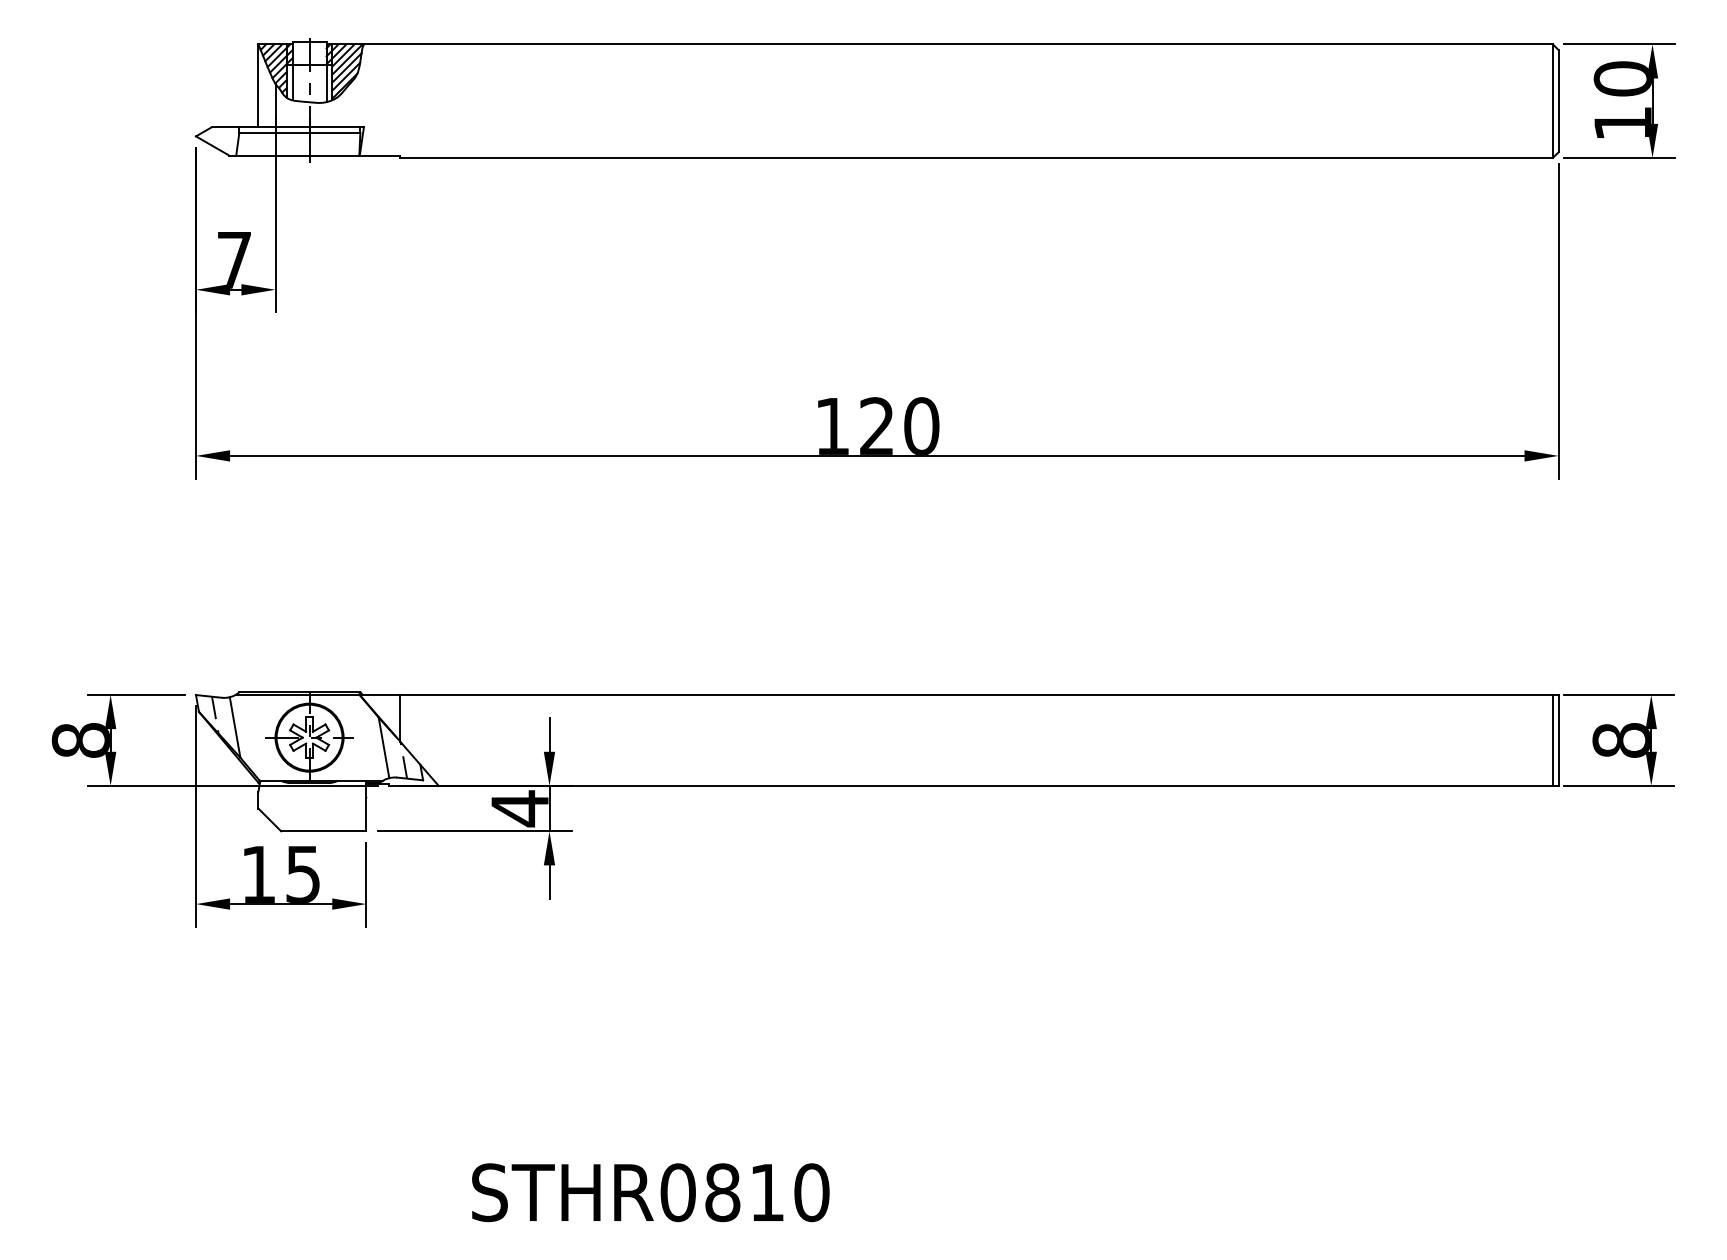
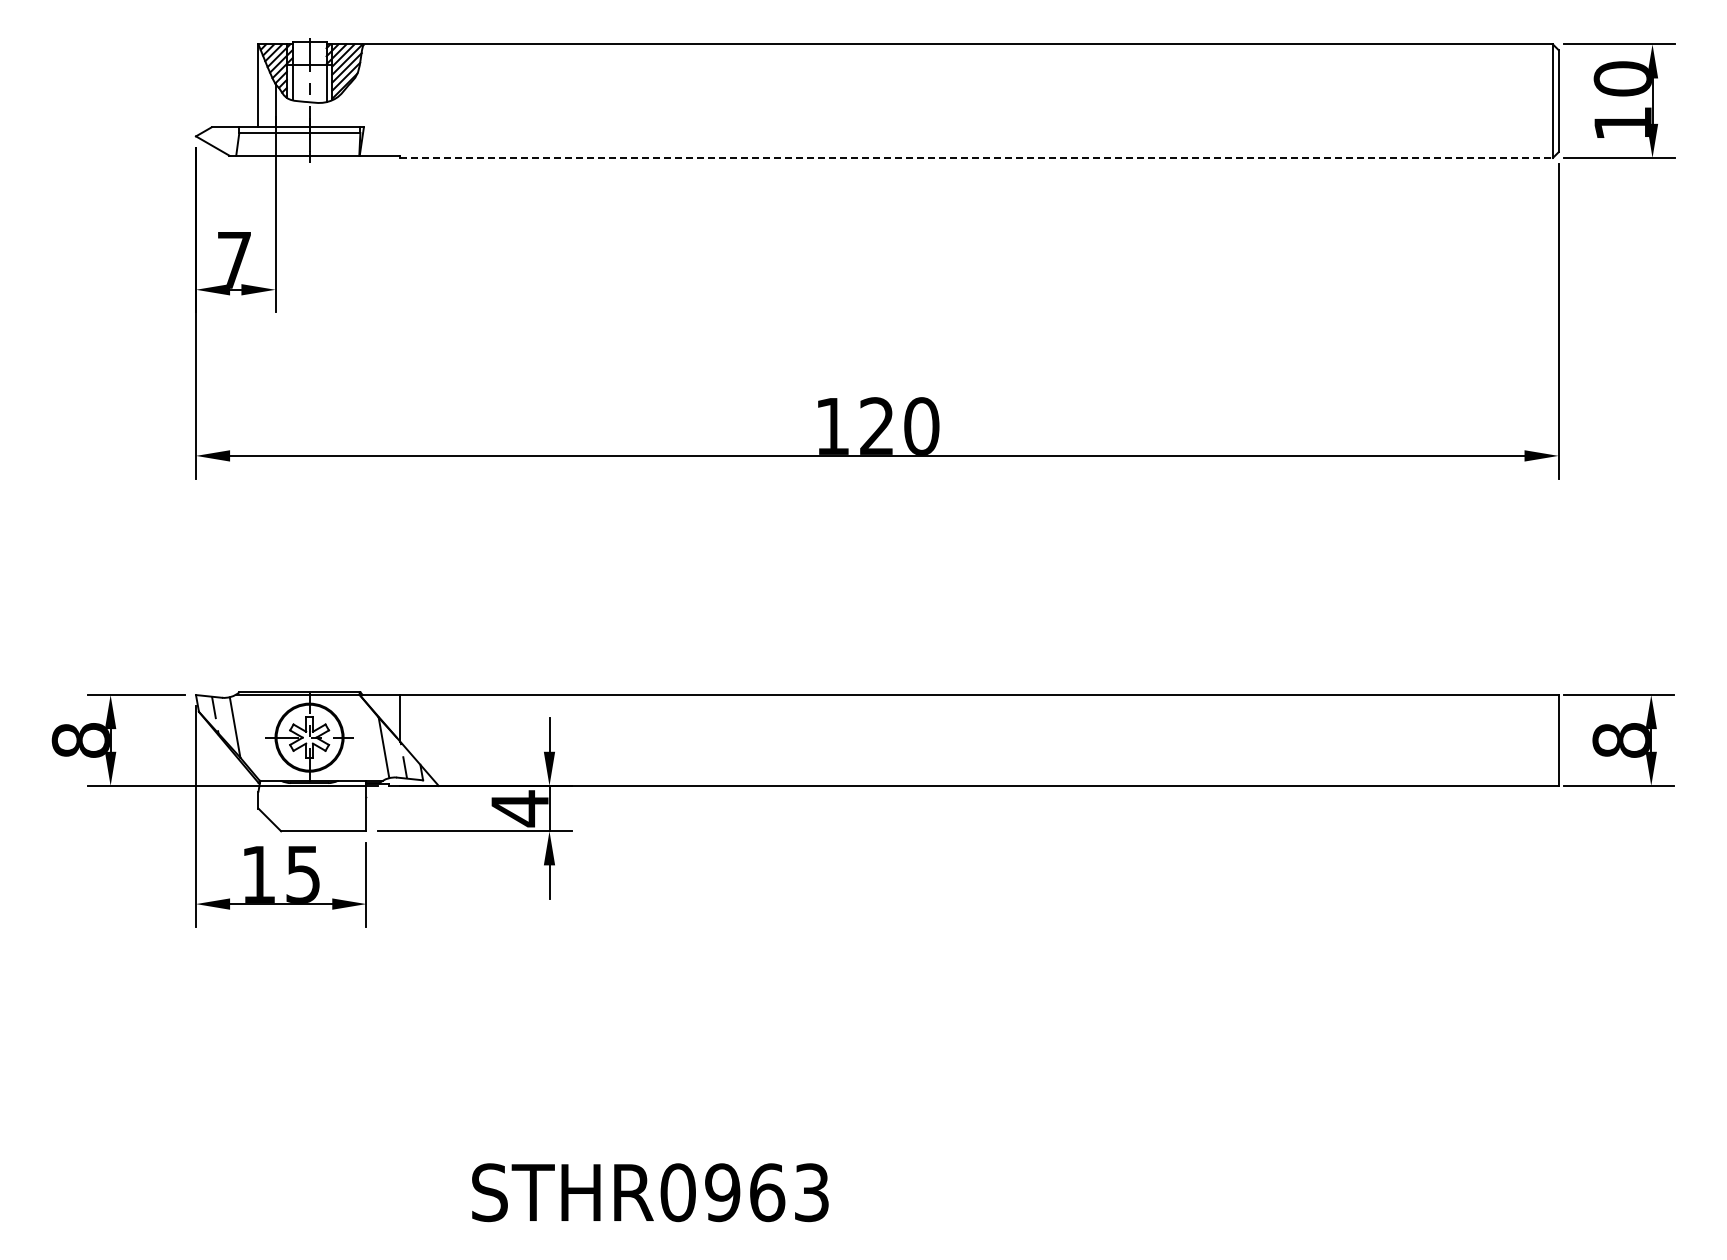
line at (977, 157): solid -> dashed
line at (1552, 740): present -> none
text at (767, 1192): STHR0810 -> STHR0963
